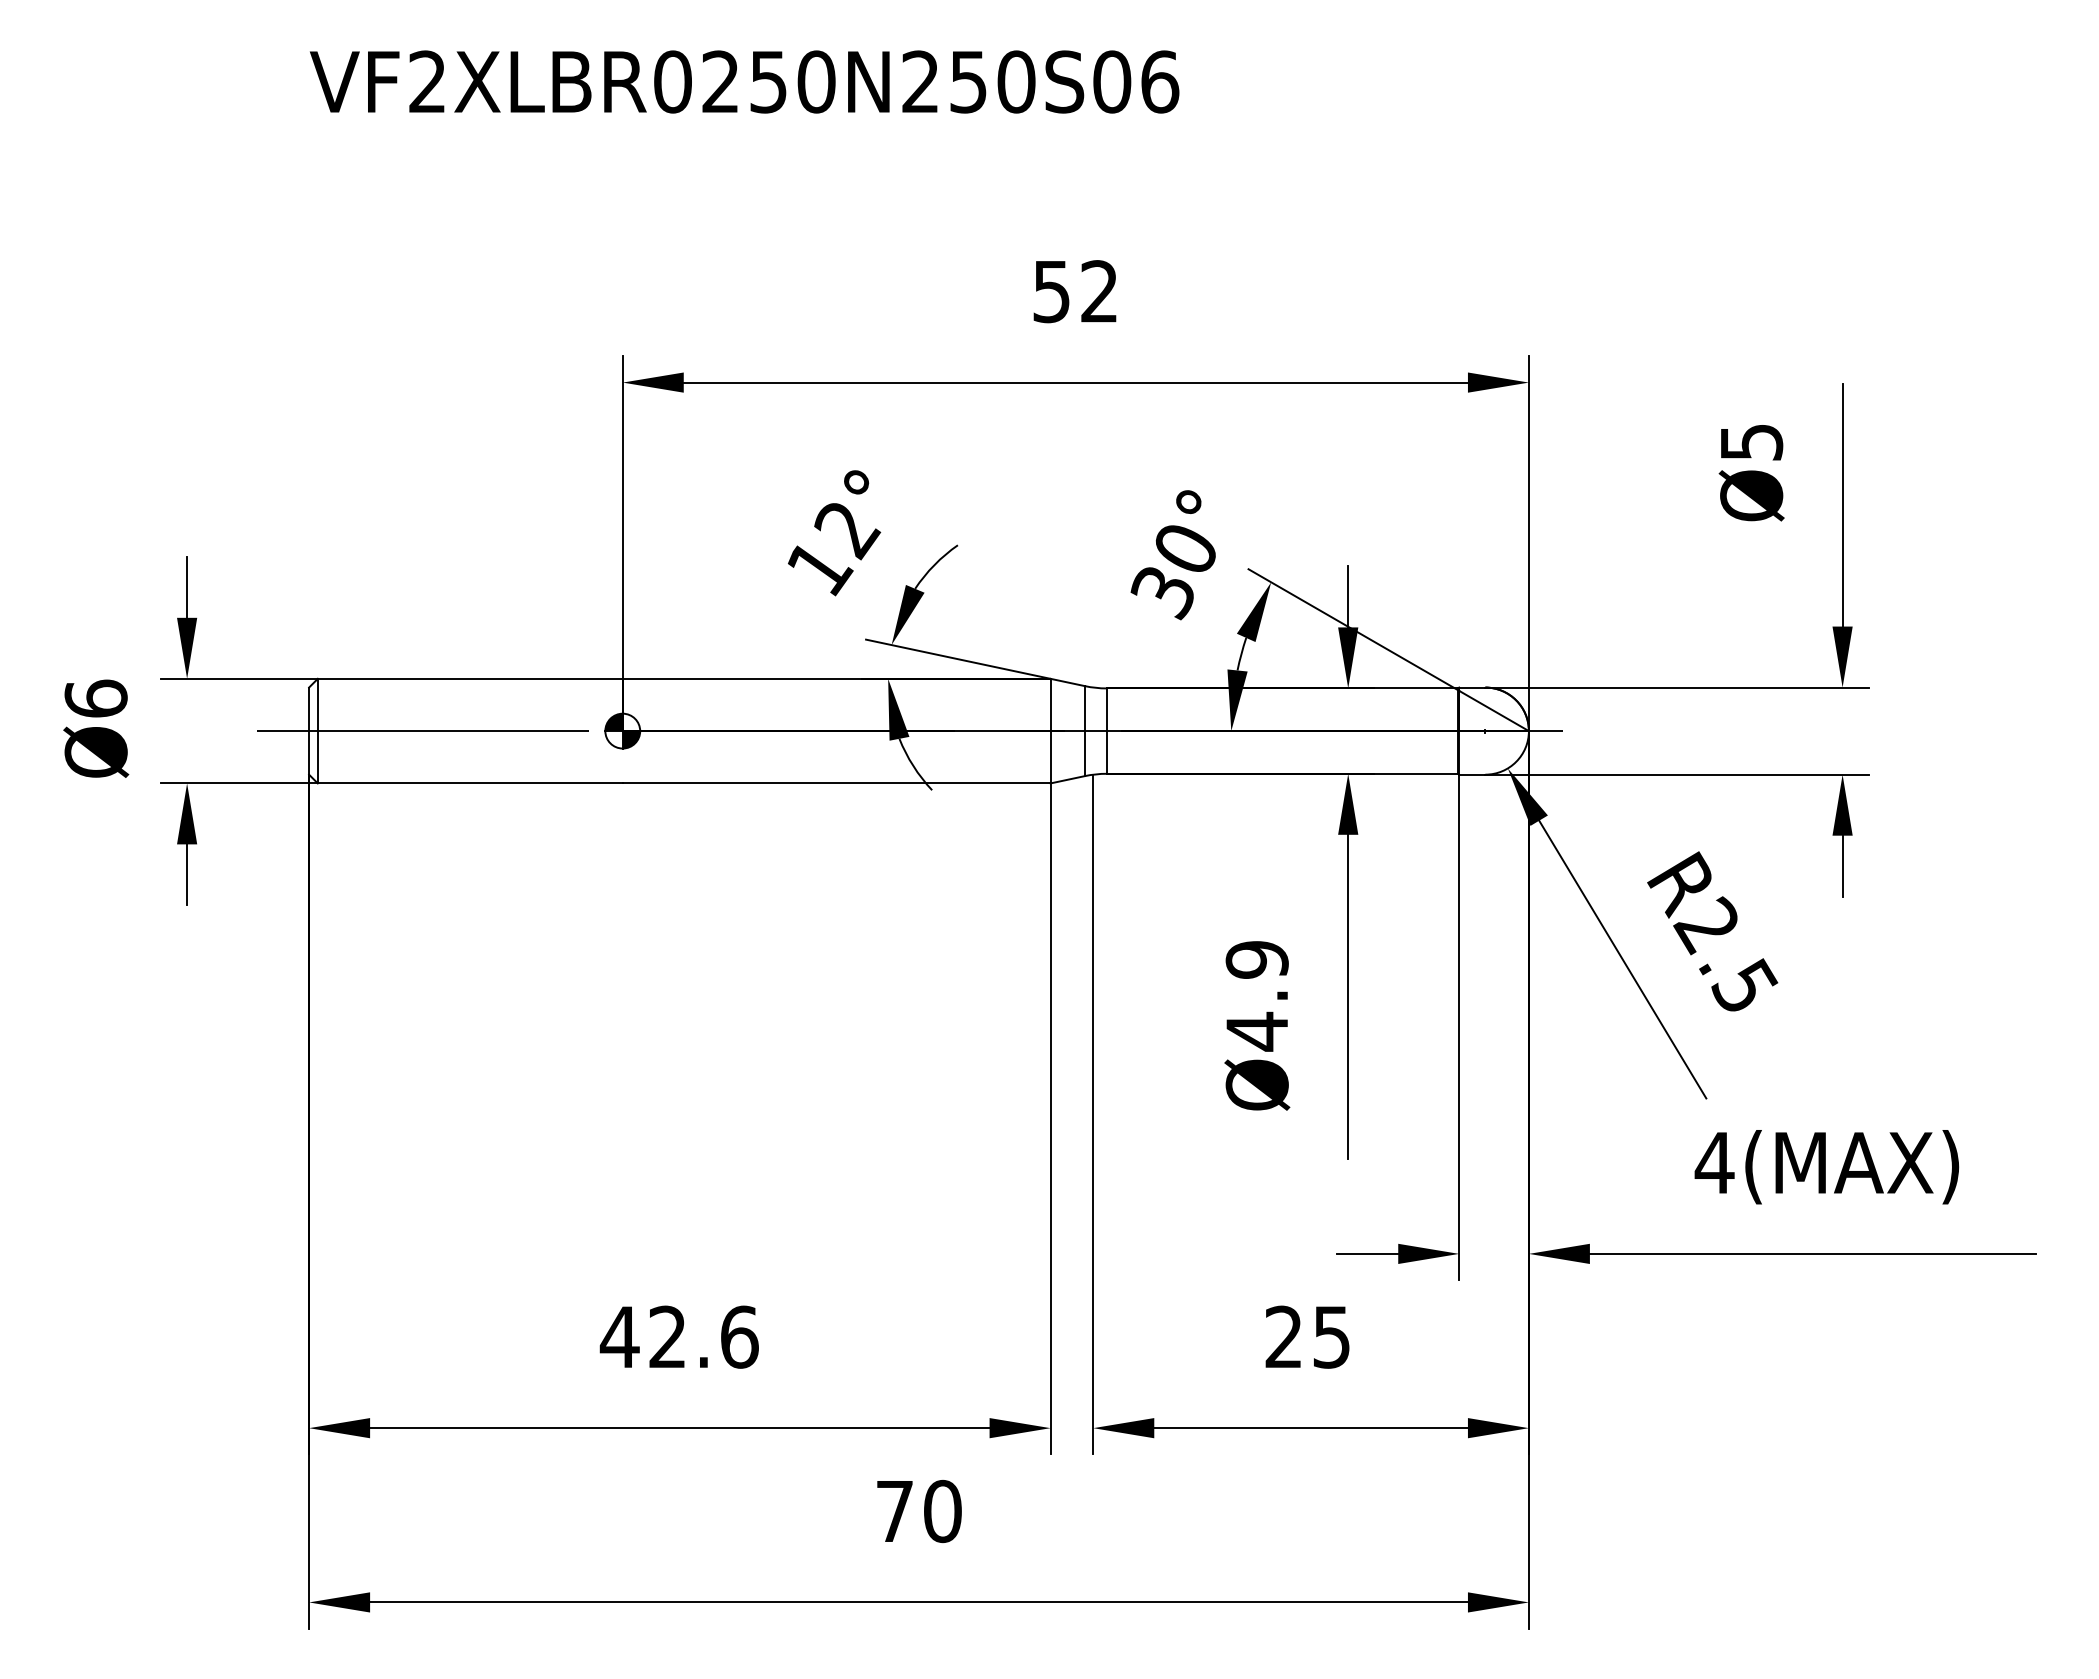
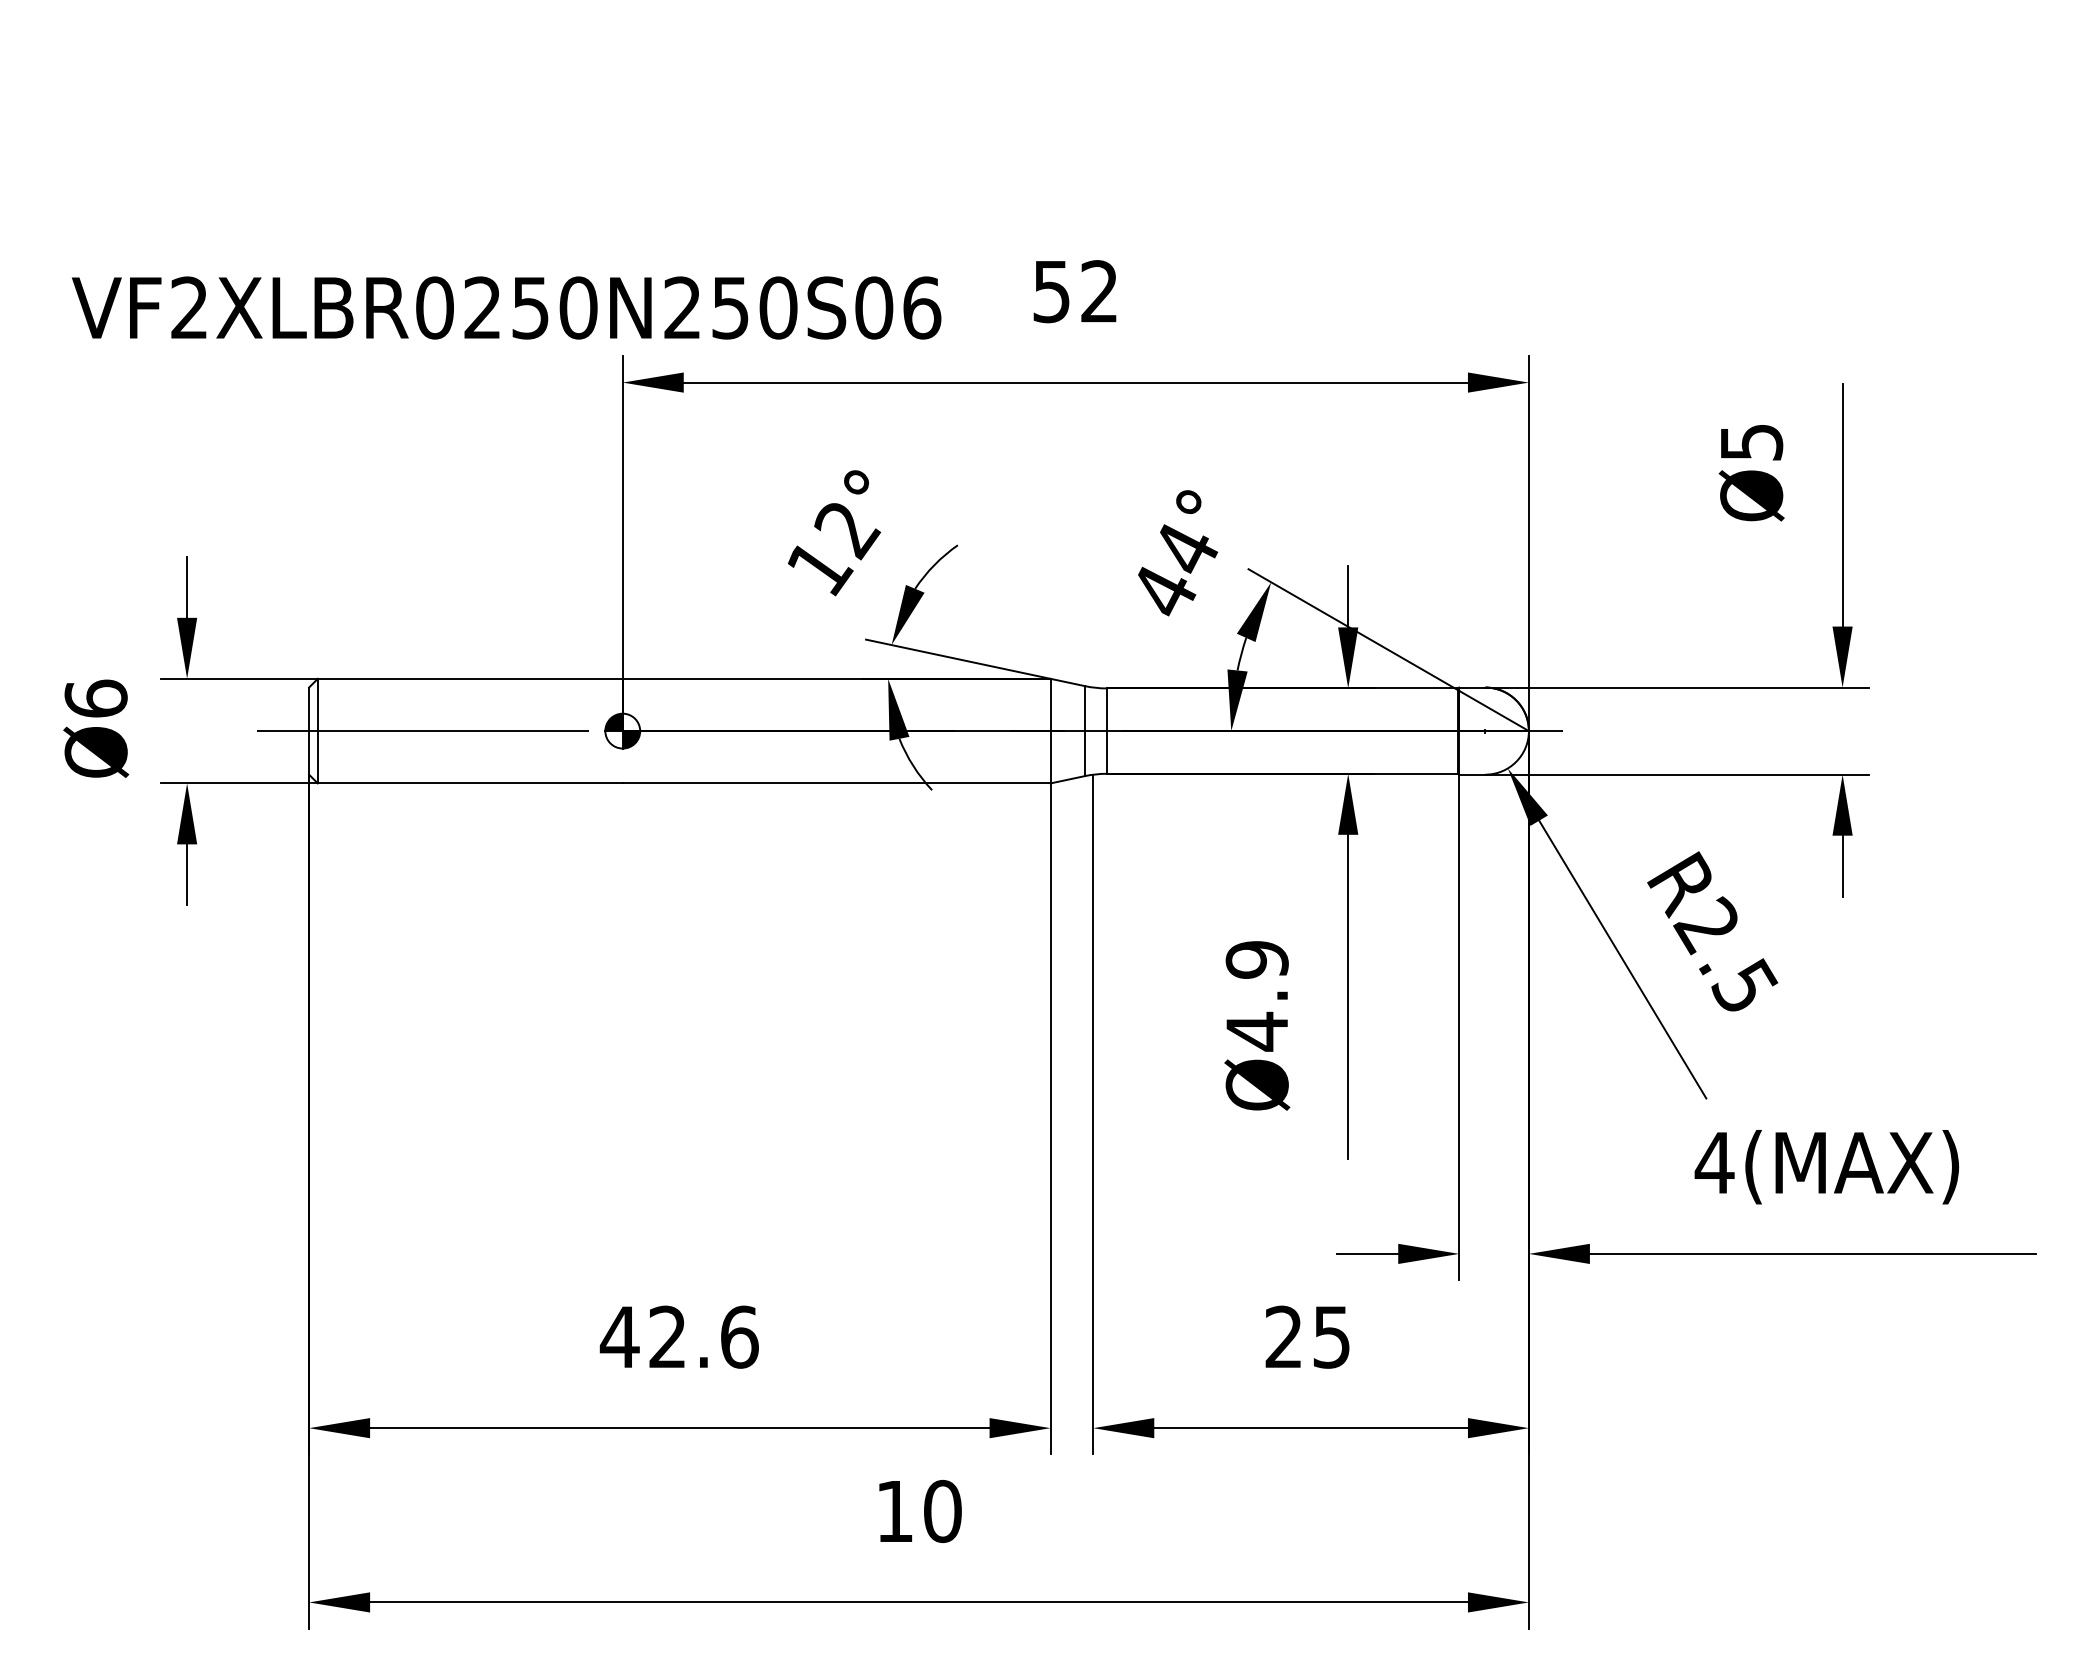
text at (744, 81) position: (744, 81) -> (506, 307)
text at (1174, 572): 30° -> 44°
text at (894, 1511): 70 -> 10
